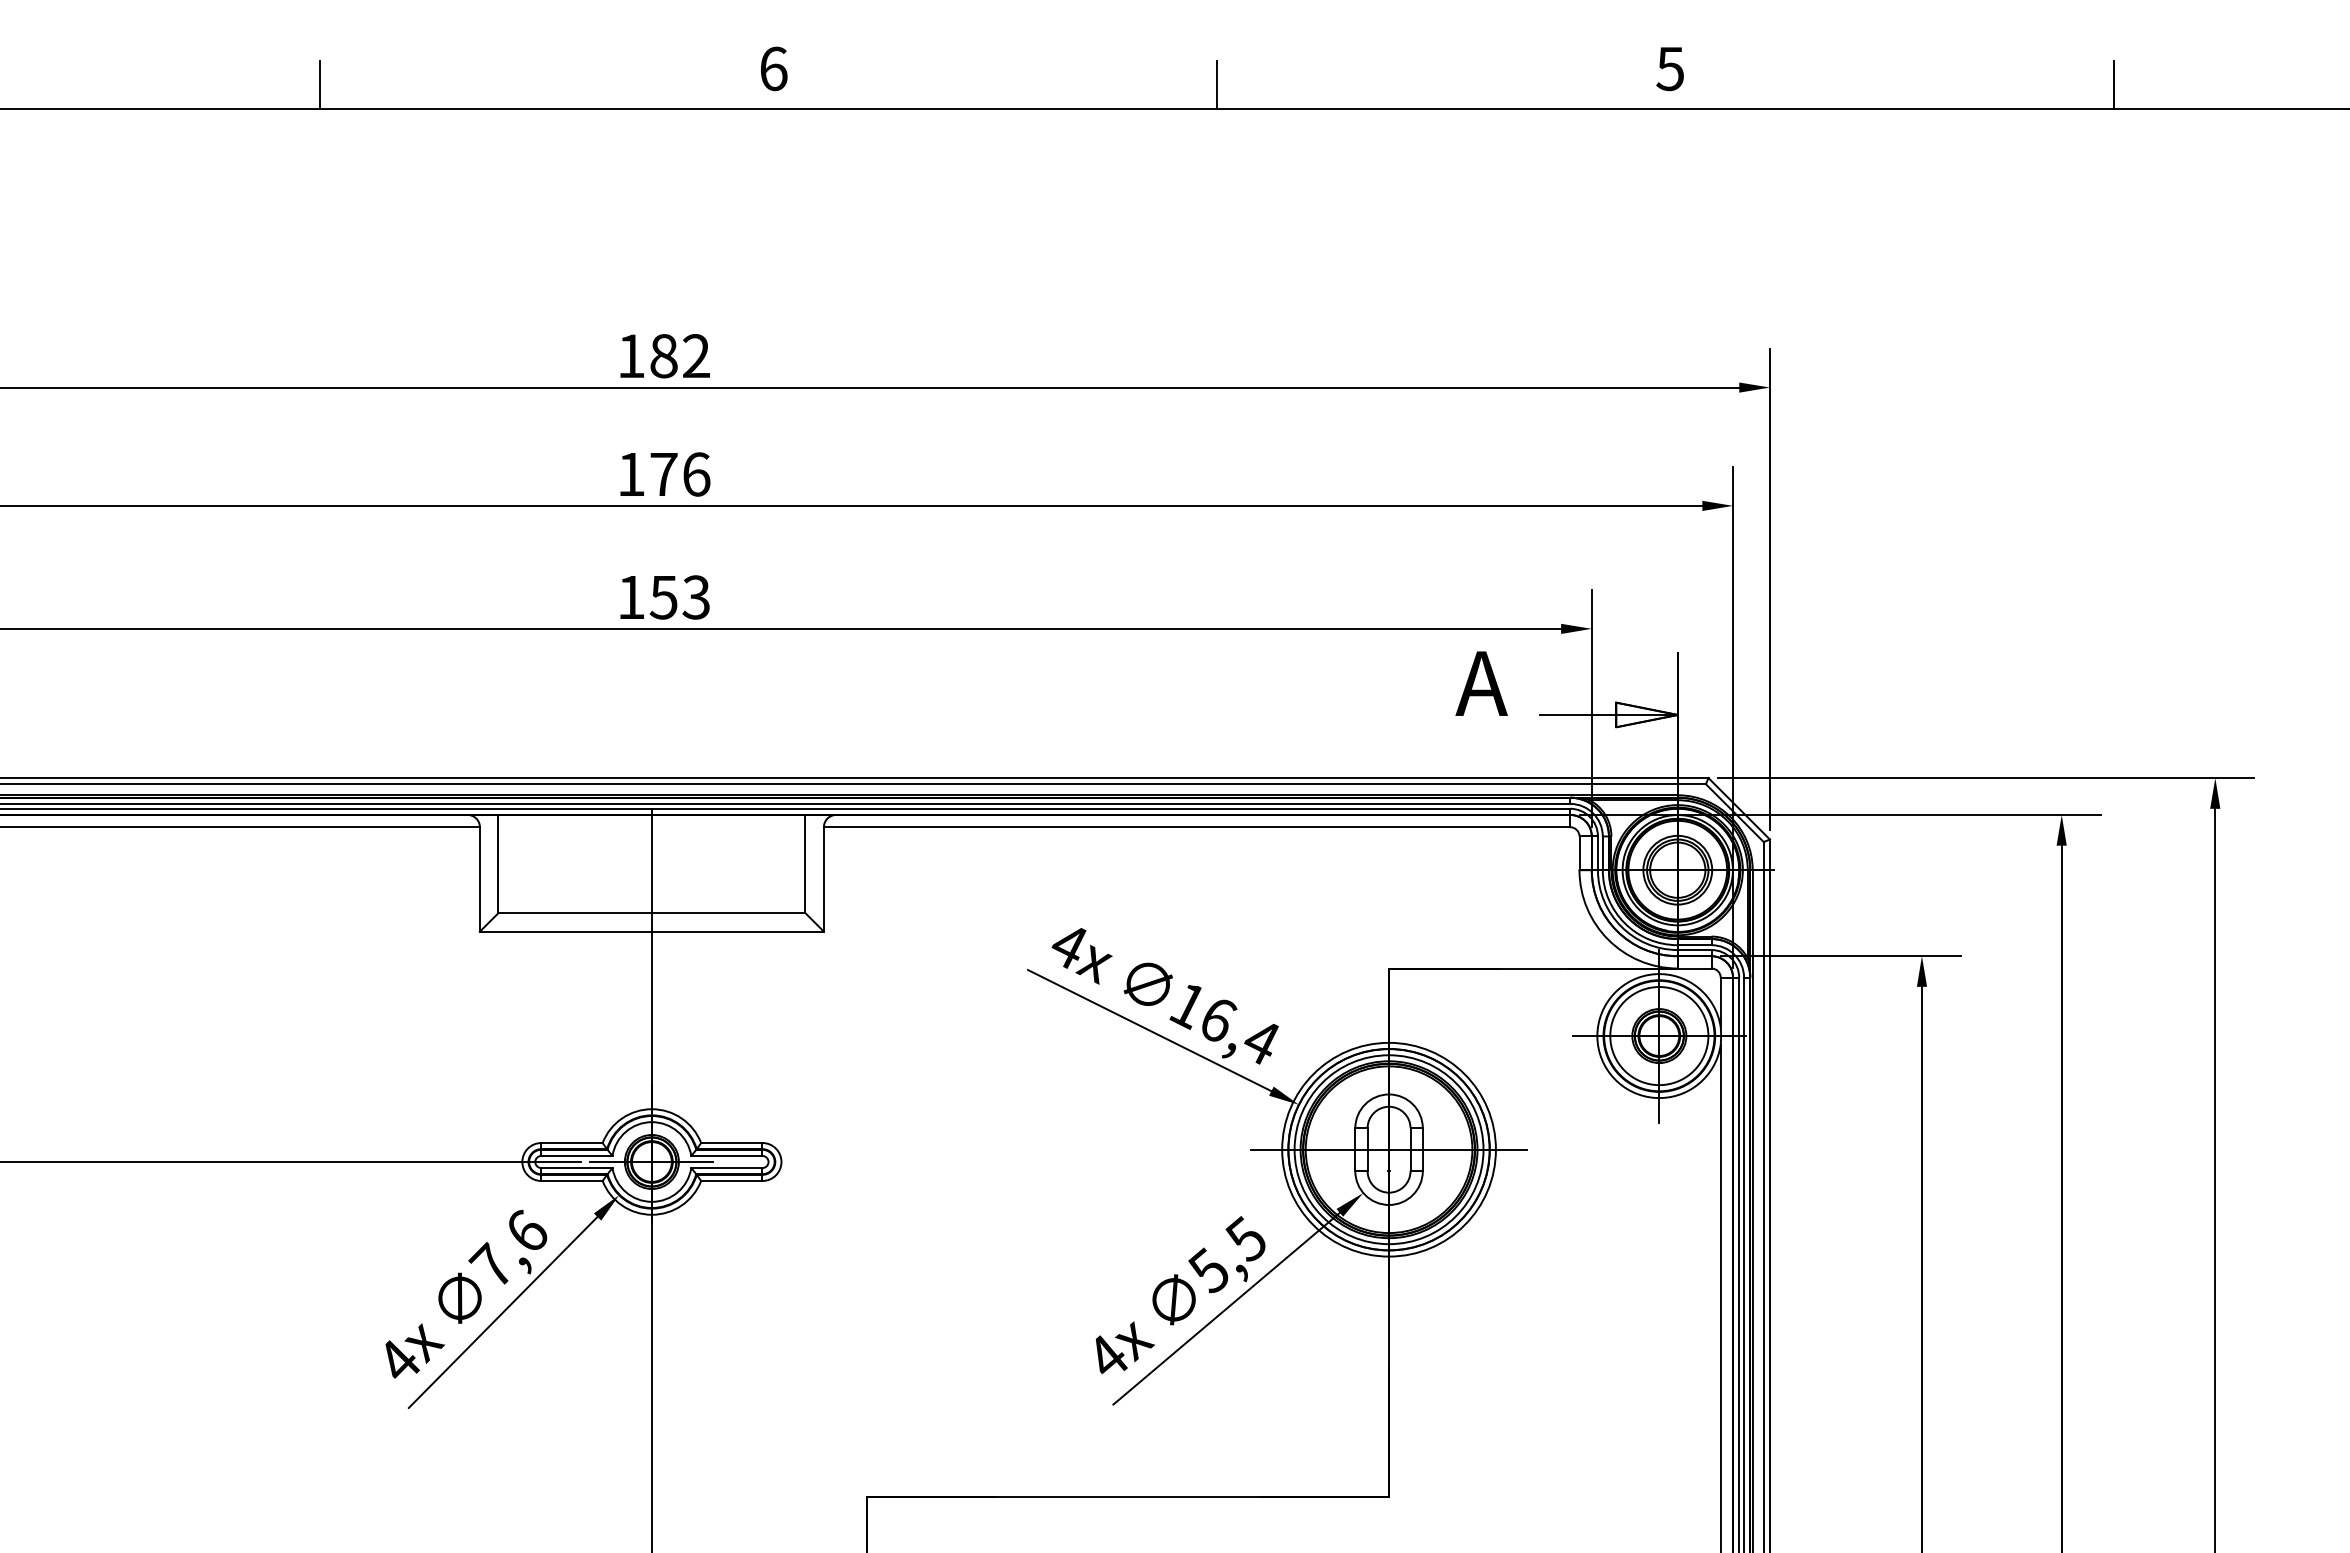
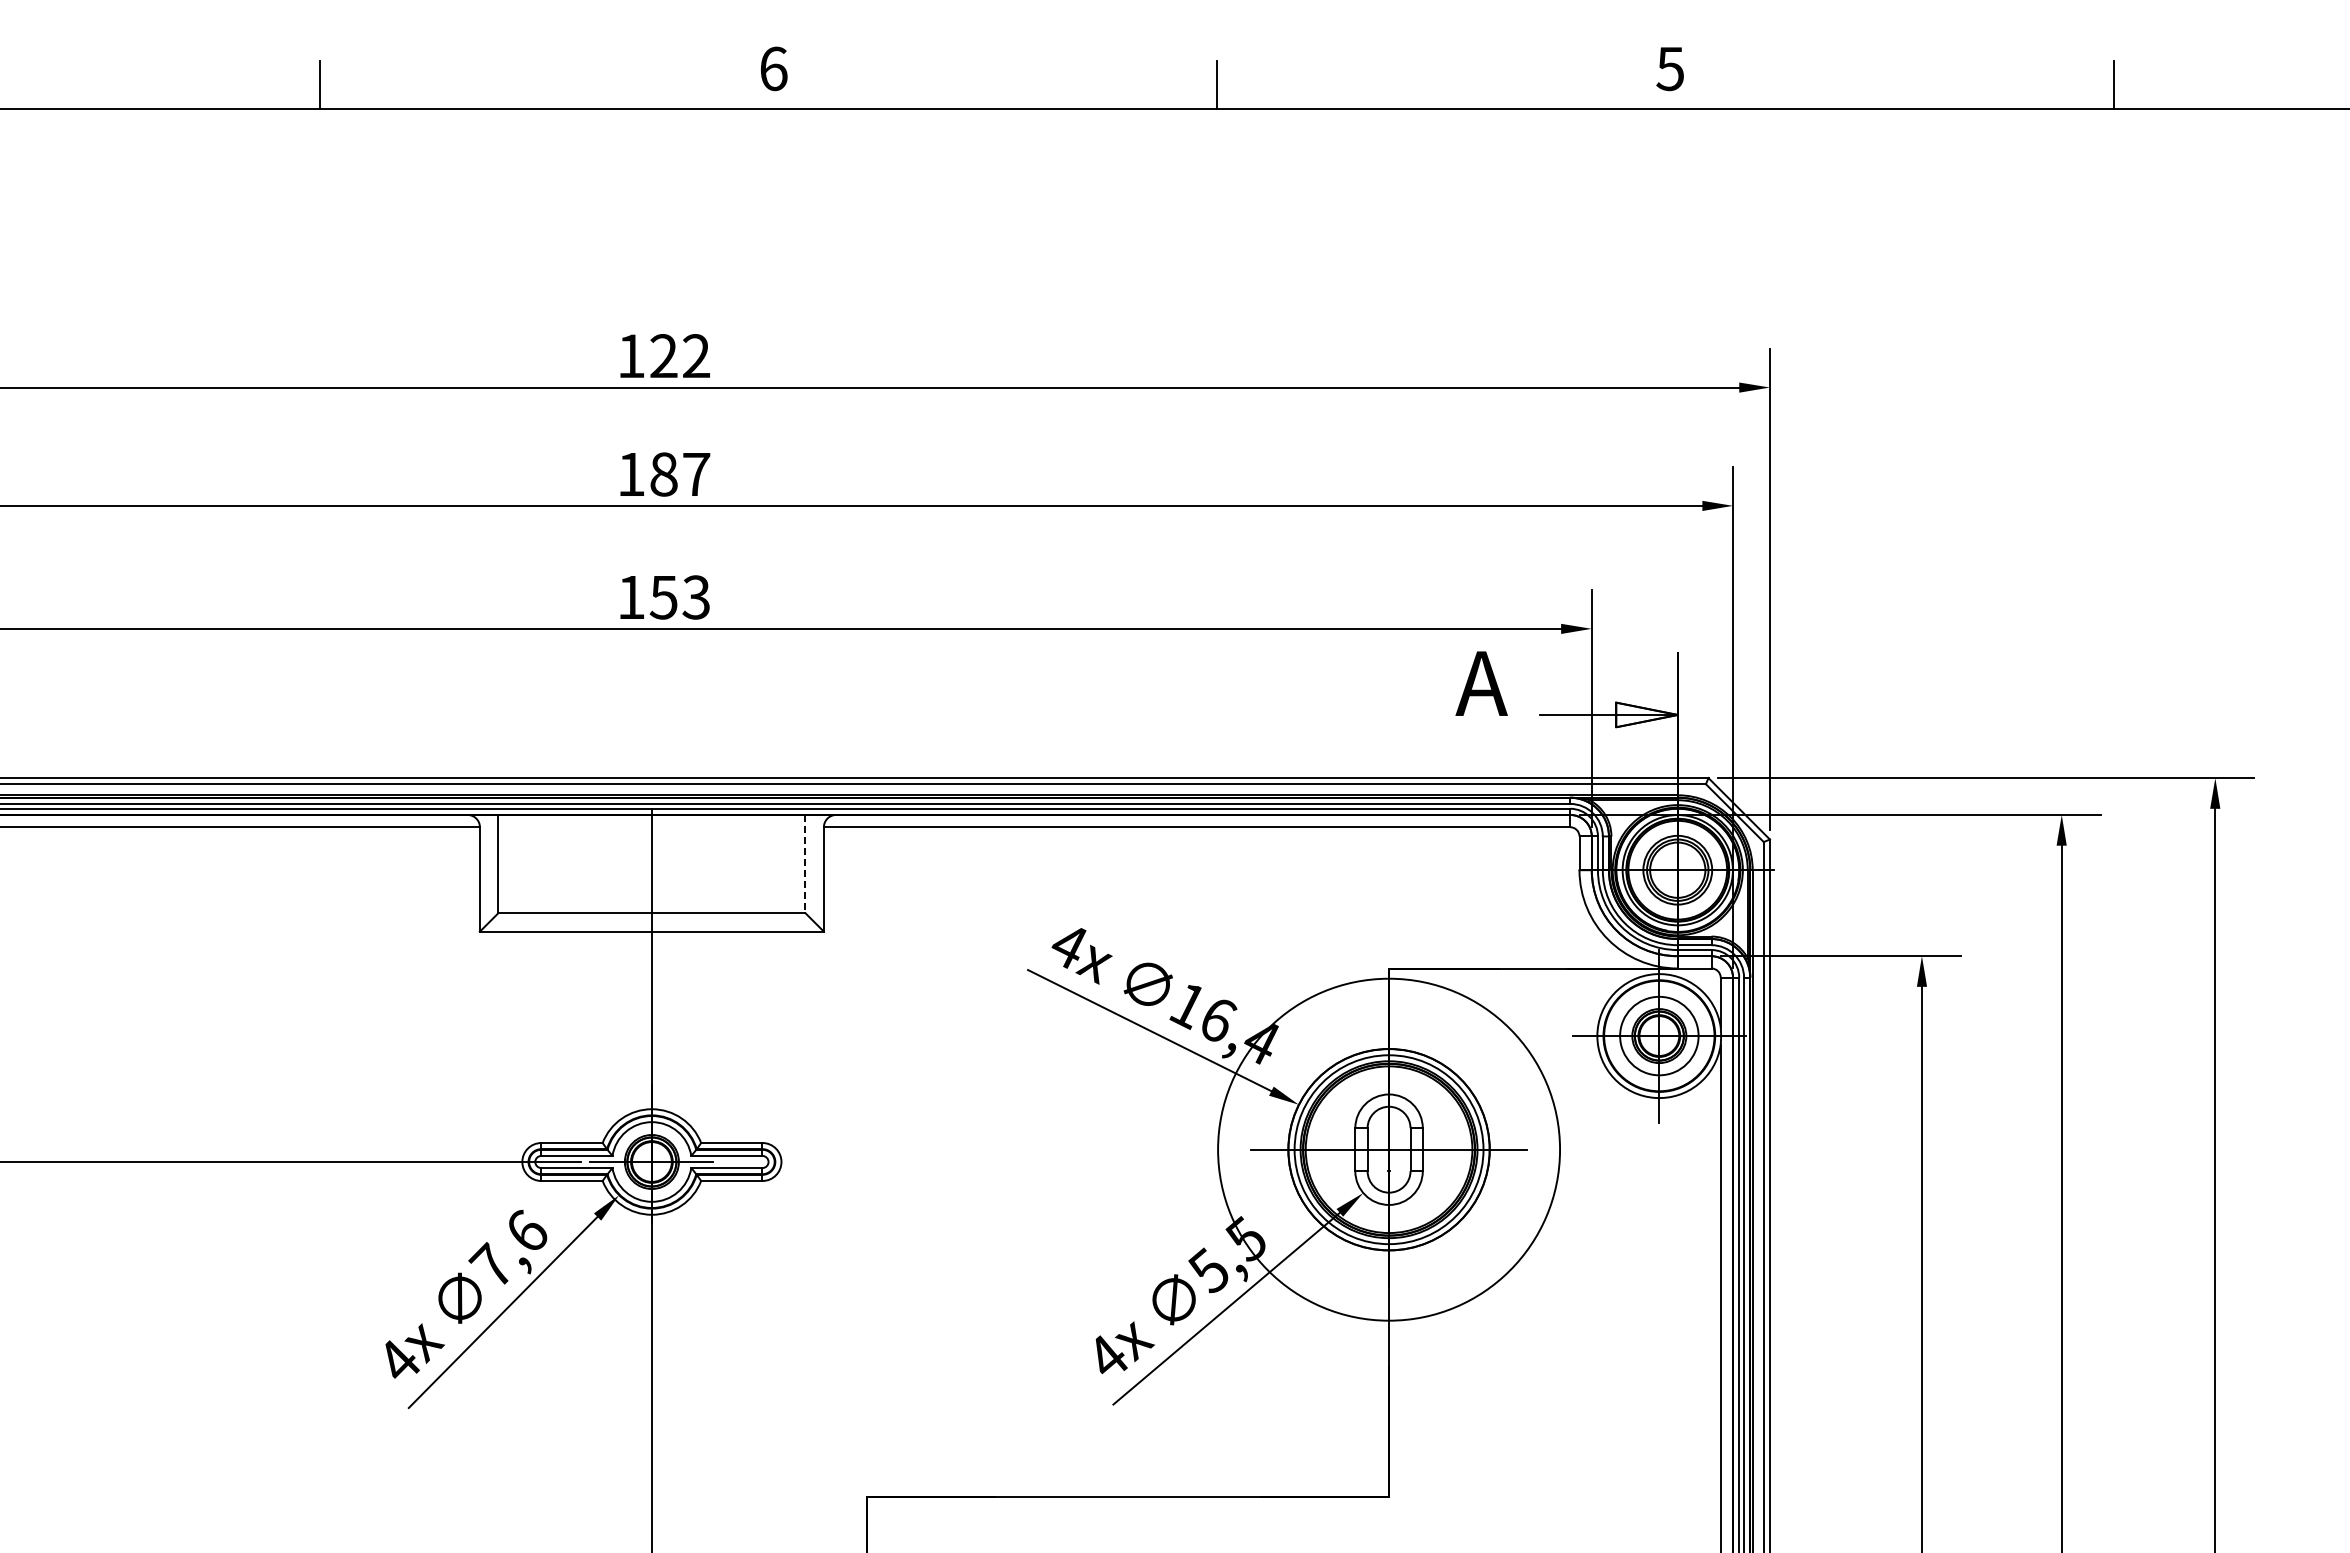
text at (663, 356): 182 -> 122
text at (680, 474): 176 -> 187
line at (805, 864): solid -> dashed
circle at (1659, 1036) diameter: 98 px -> 78 px
circle at (1388, 1149) diameter: 214 px -> 342 px
